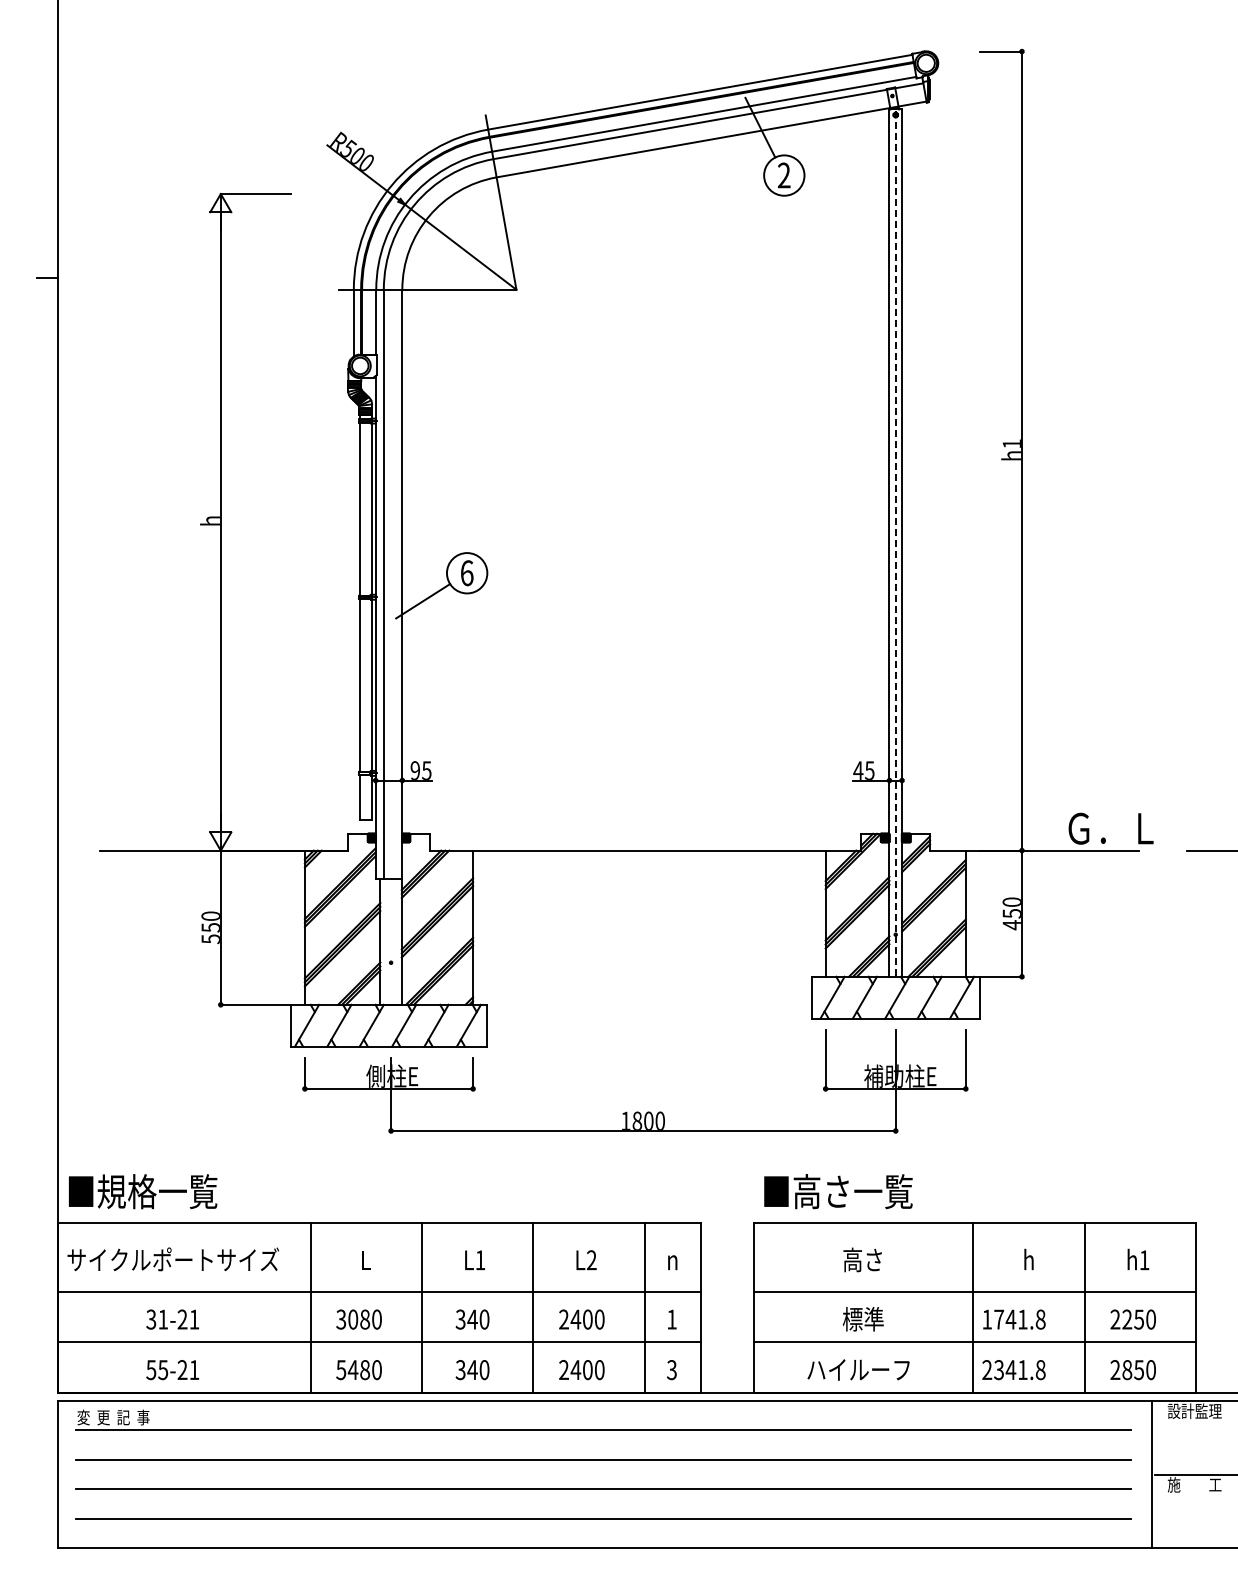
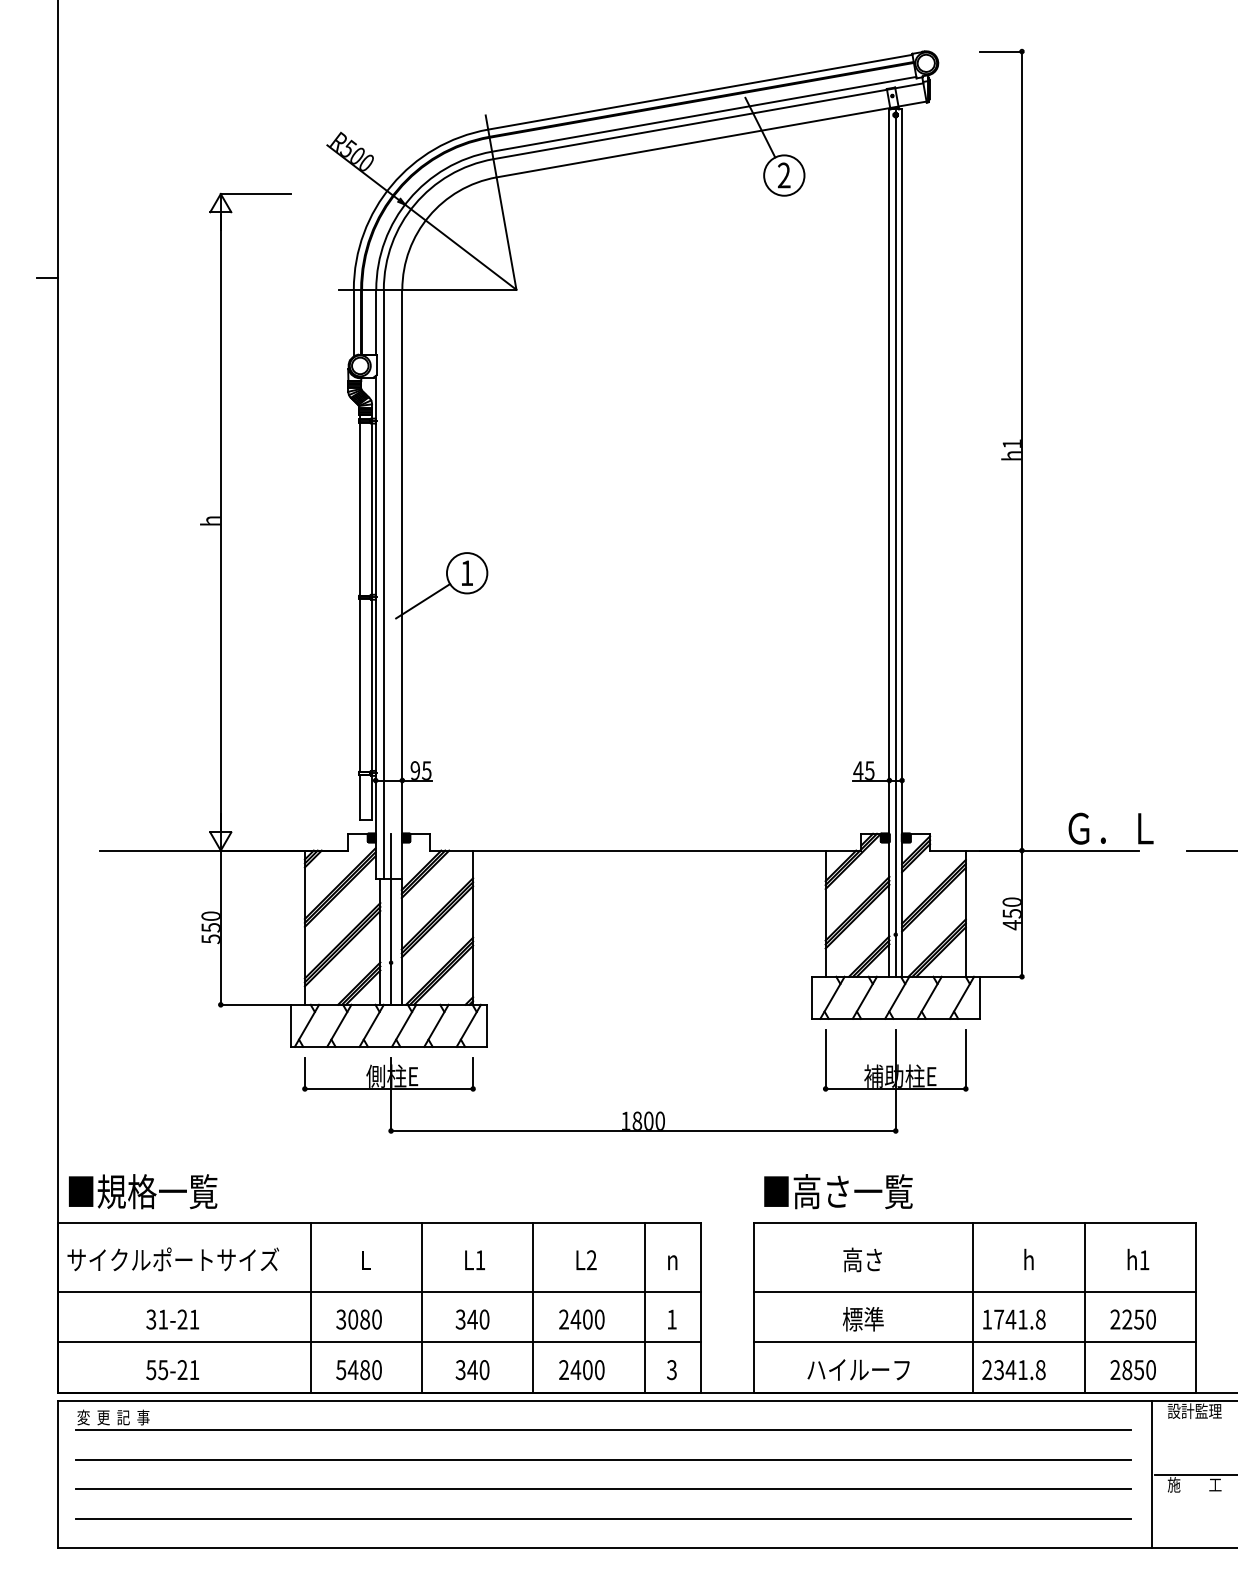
line at (895, 543): dashed -> solid
text at (467, 573): 6 -> 1
line at (391, 918): none -> present
